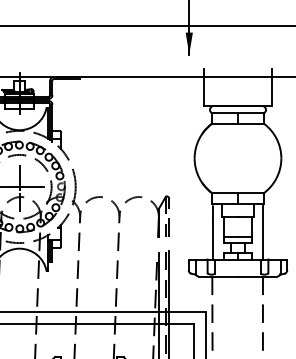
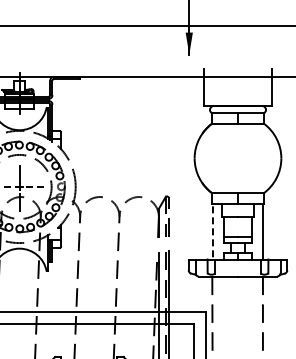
line at (22, 186): solid -> dashed
line at (212, 232): solid -> dashed
